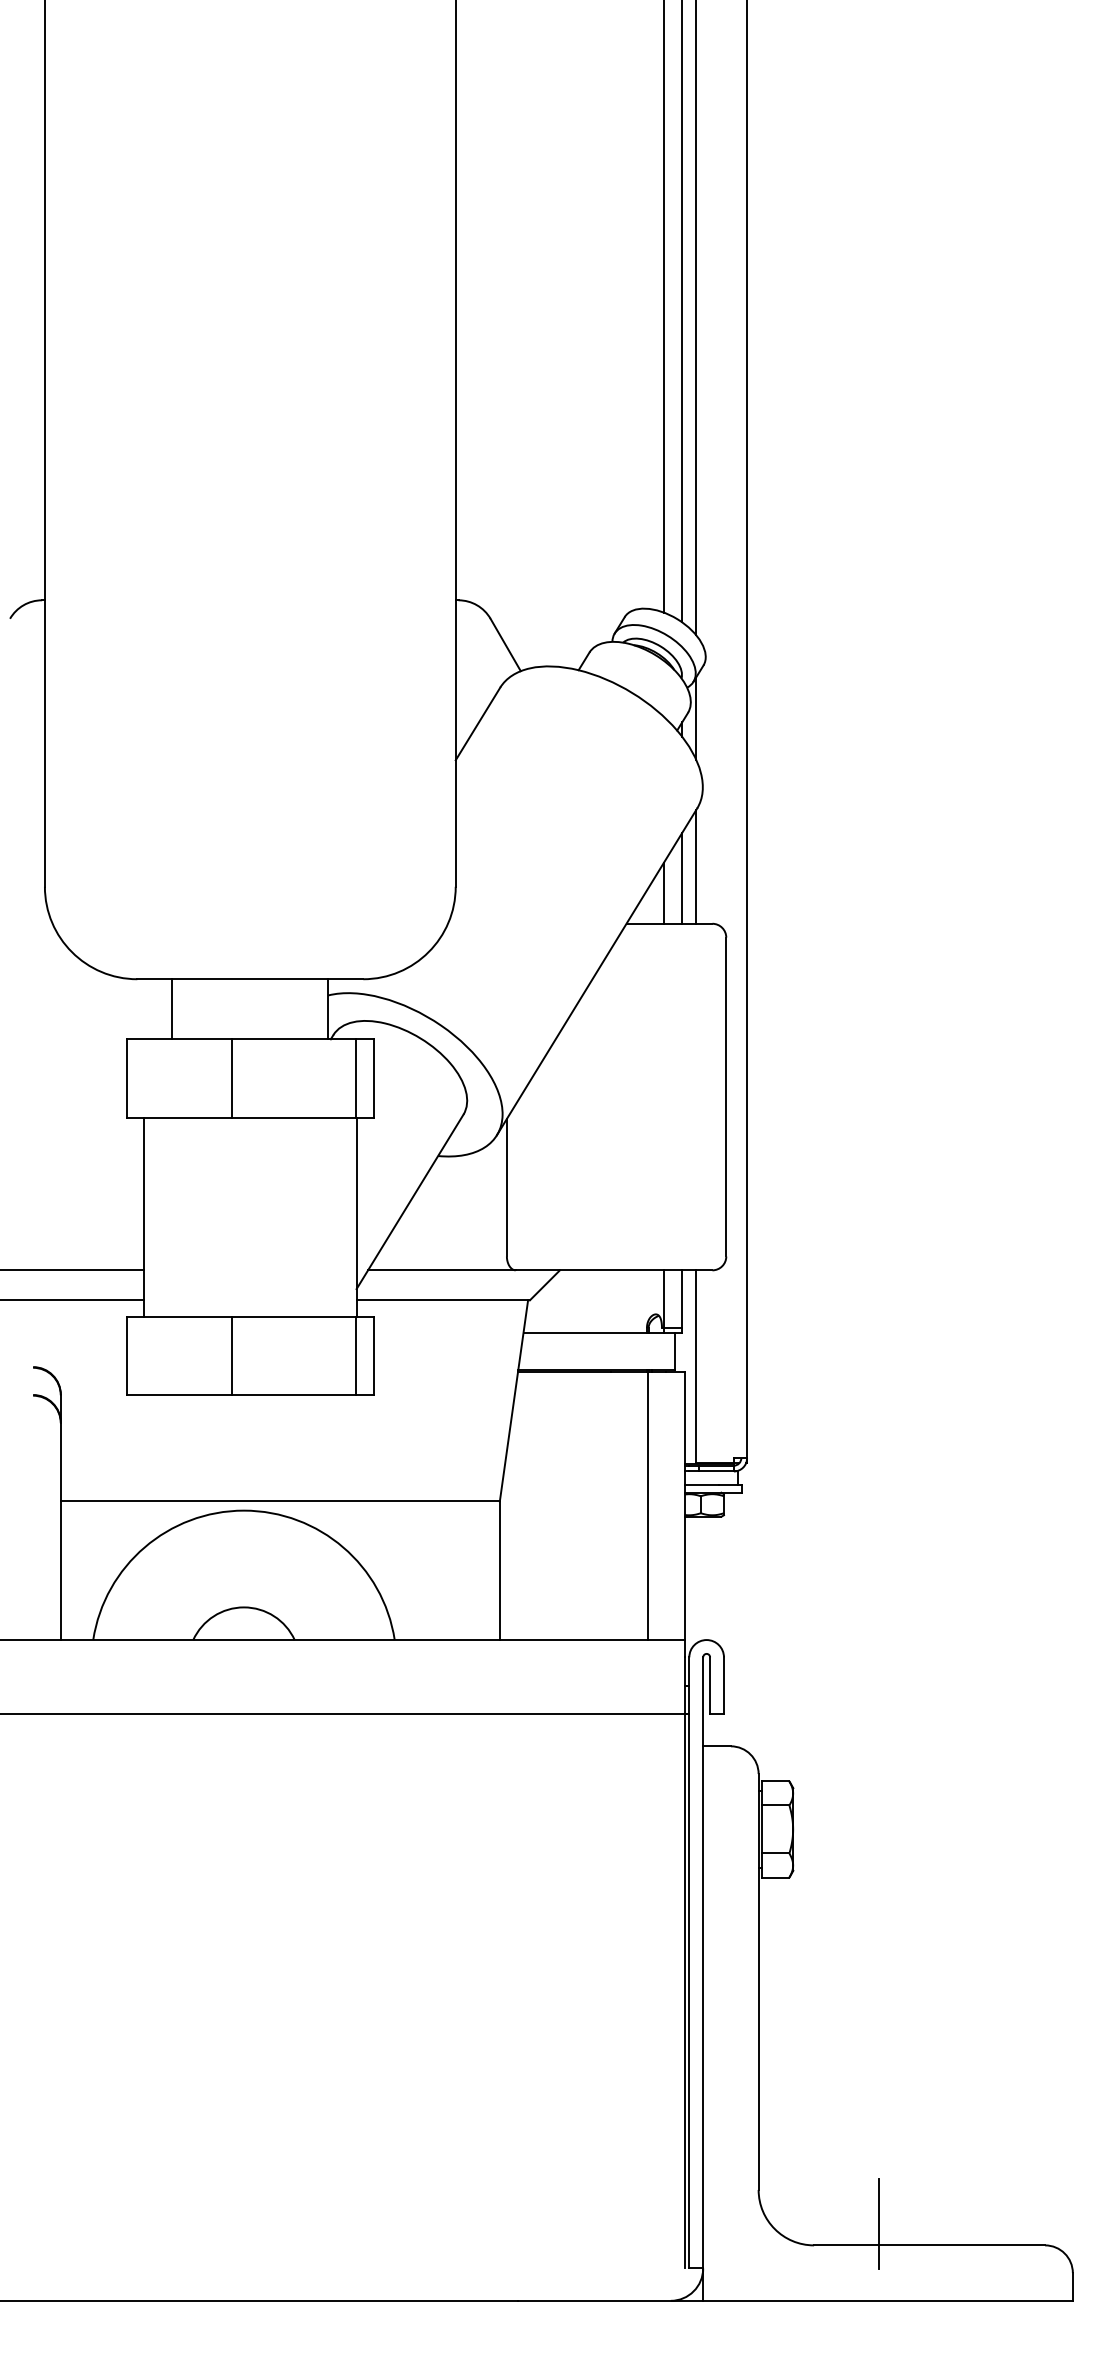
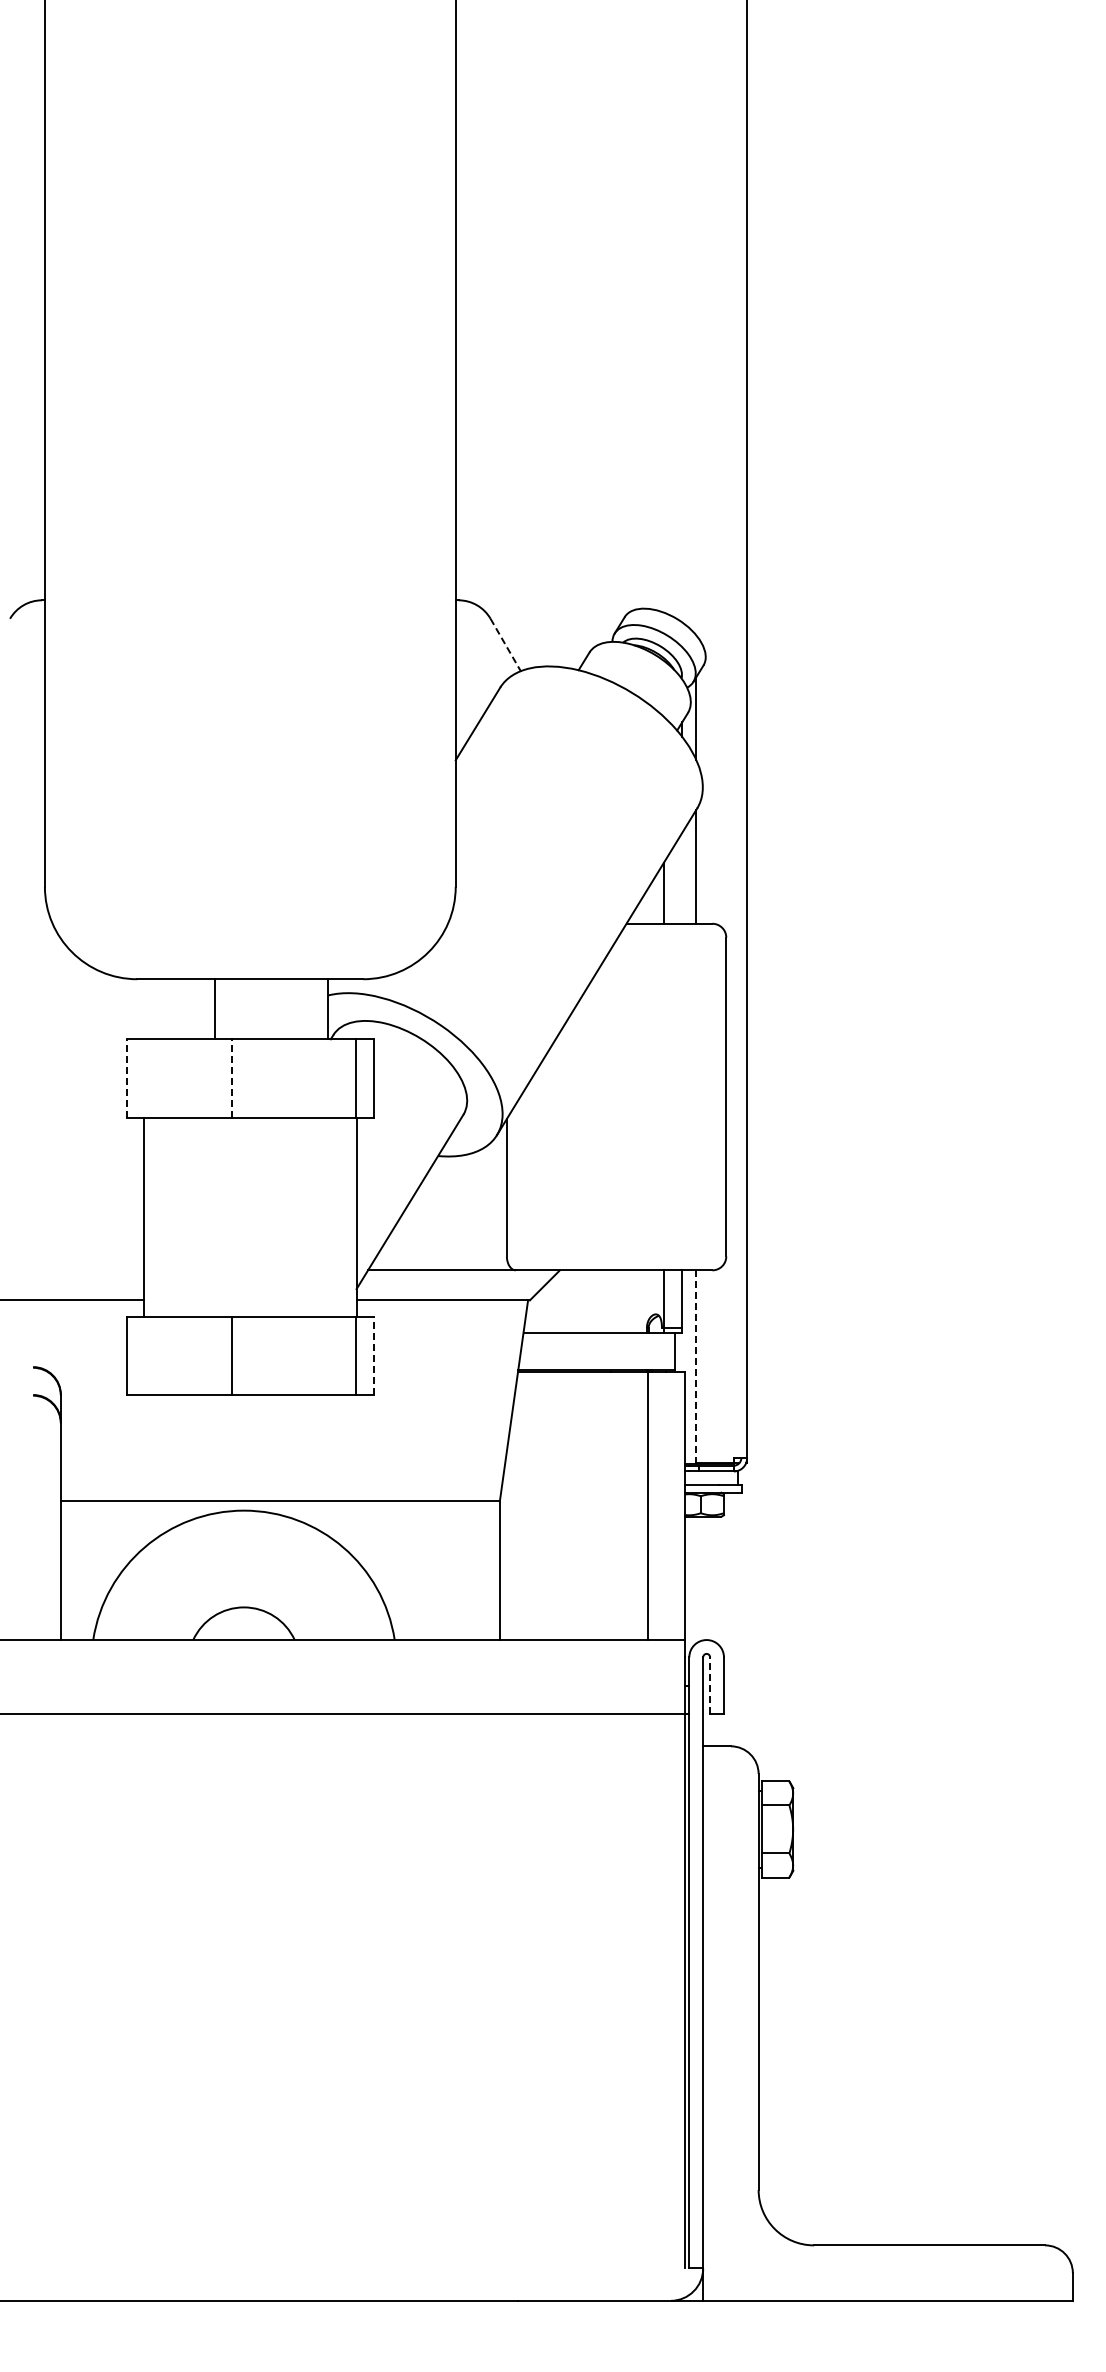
line at (663, 307): present -> none
line at (682, 312): present -> none
line at (696, 318): present -> none
line at (505, 645): solid -> dashed
line at (682, 877): present -> none
line at (172, 1009) position: (172, 1009) -> (215, 1009)
line at (126, 1078): solid -> dashed
line at (232, 1078): solid -> dashed
line at (73, 1270): present -> none
line at (373, 1355): solid -> dashed
line at (696, 1366): solid -> dashed
line at (710, 1685): solid -> dashed
line at (878, 2223): present -> none
